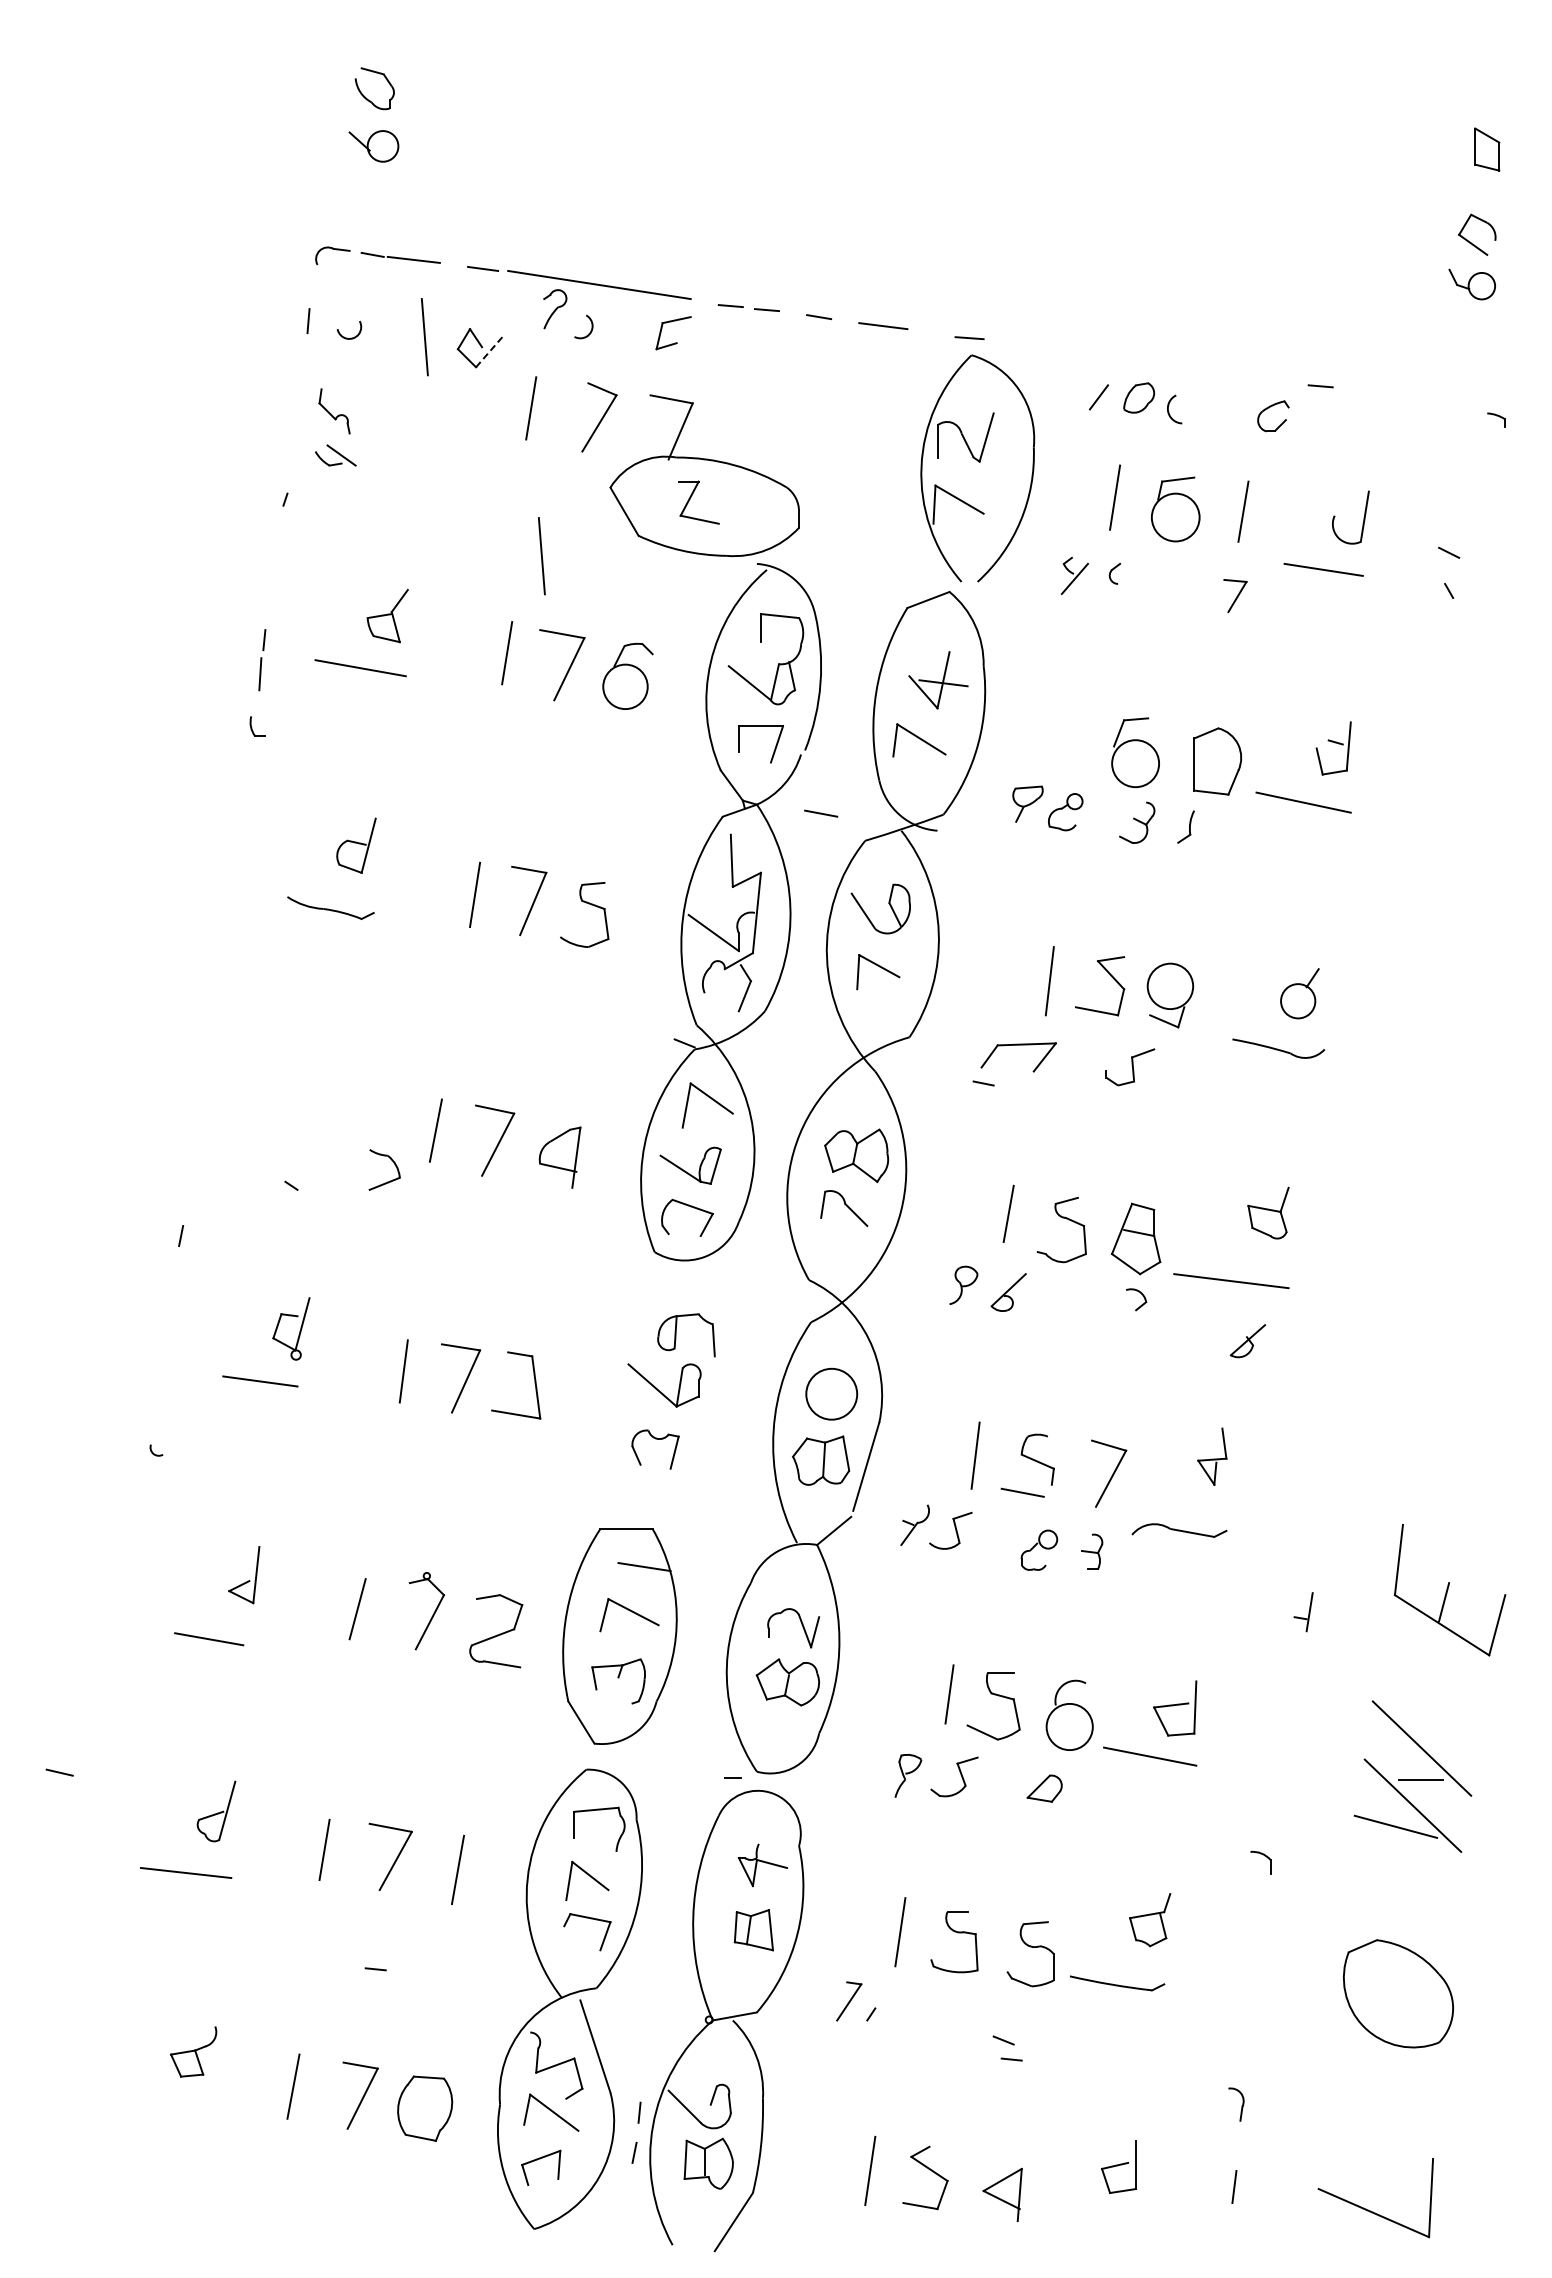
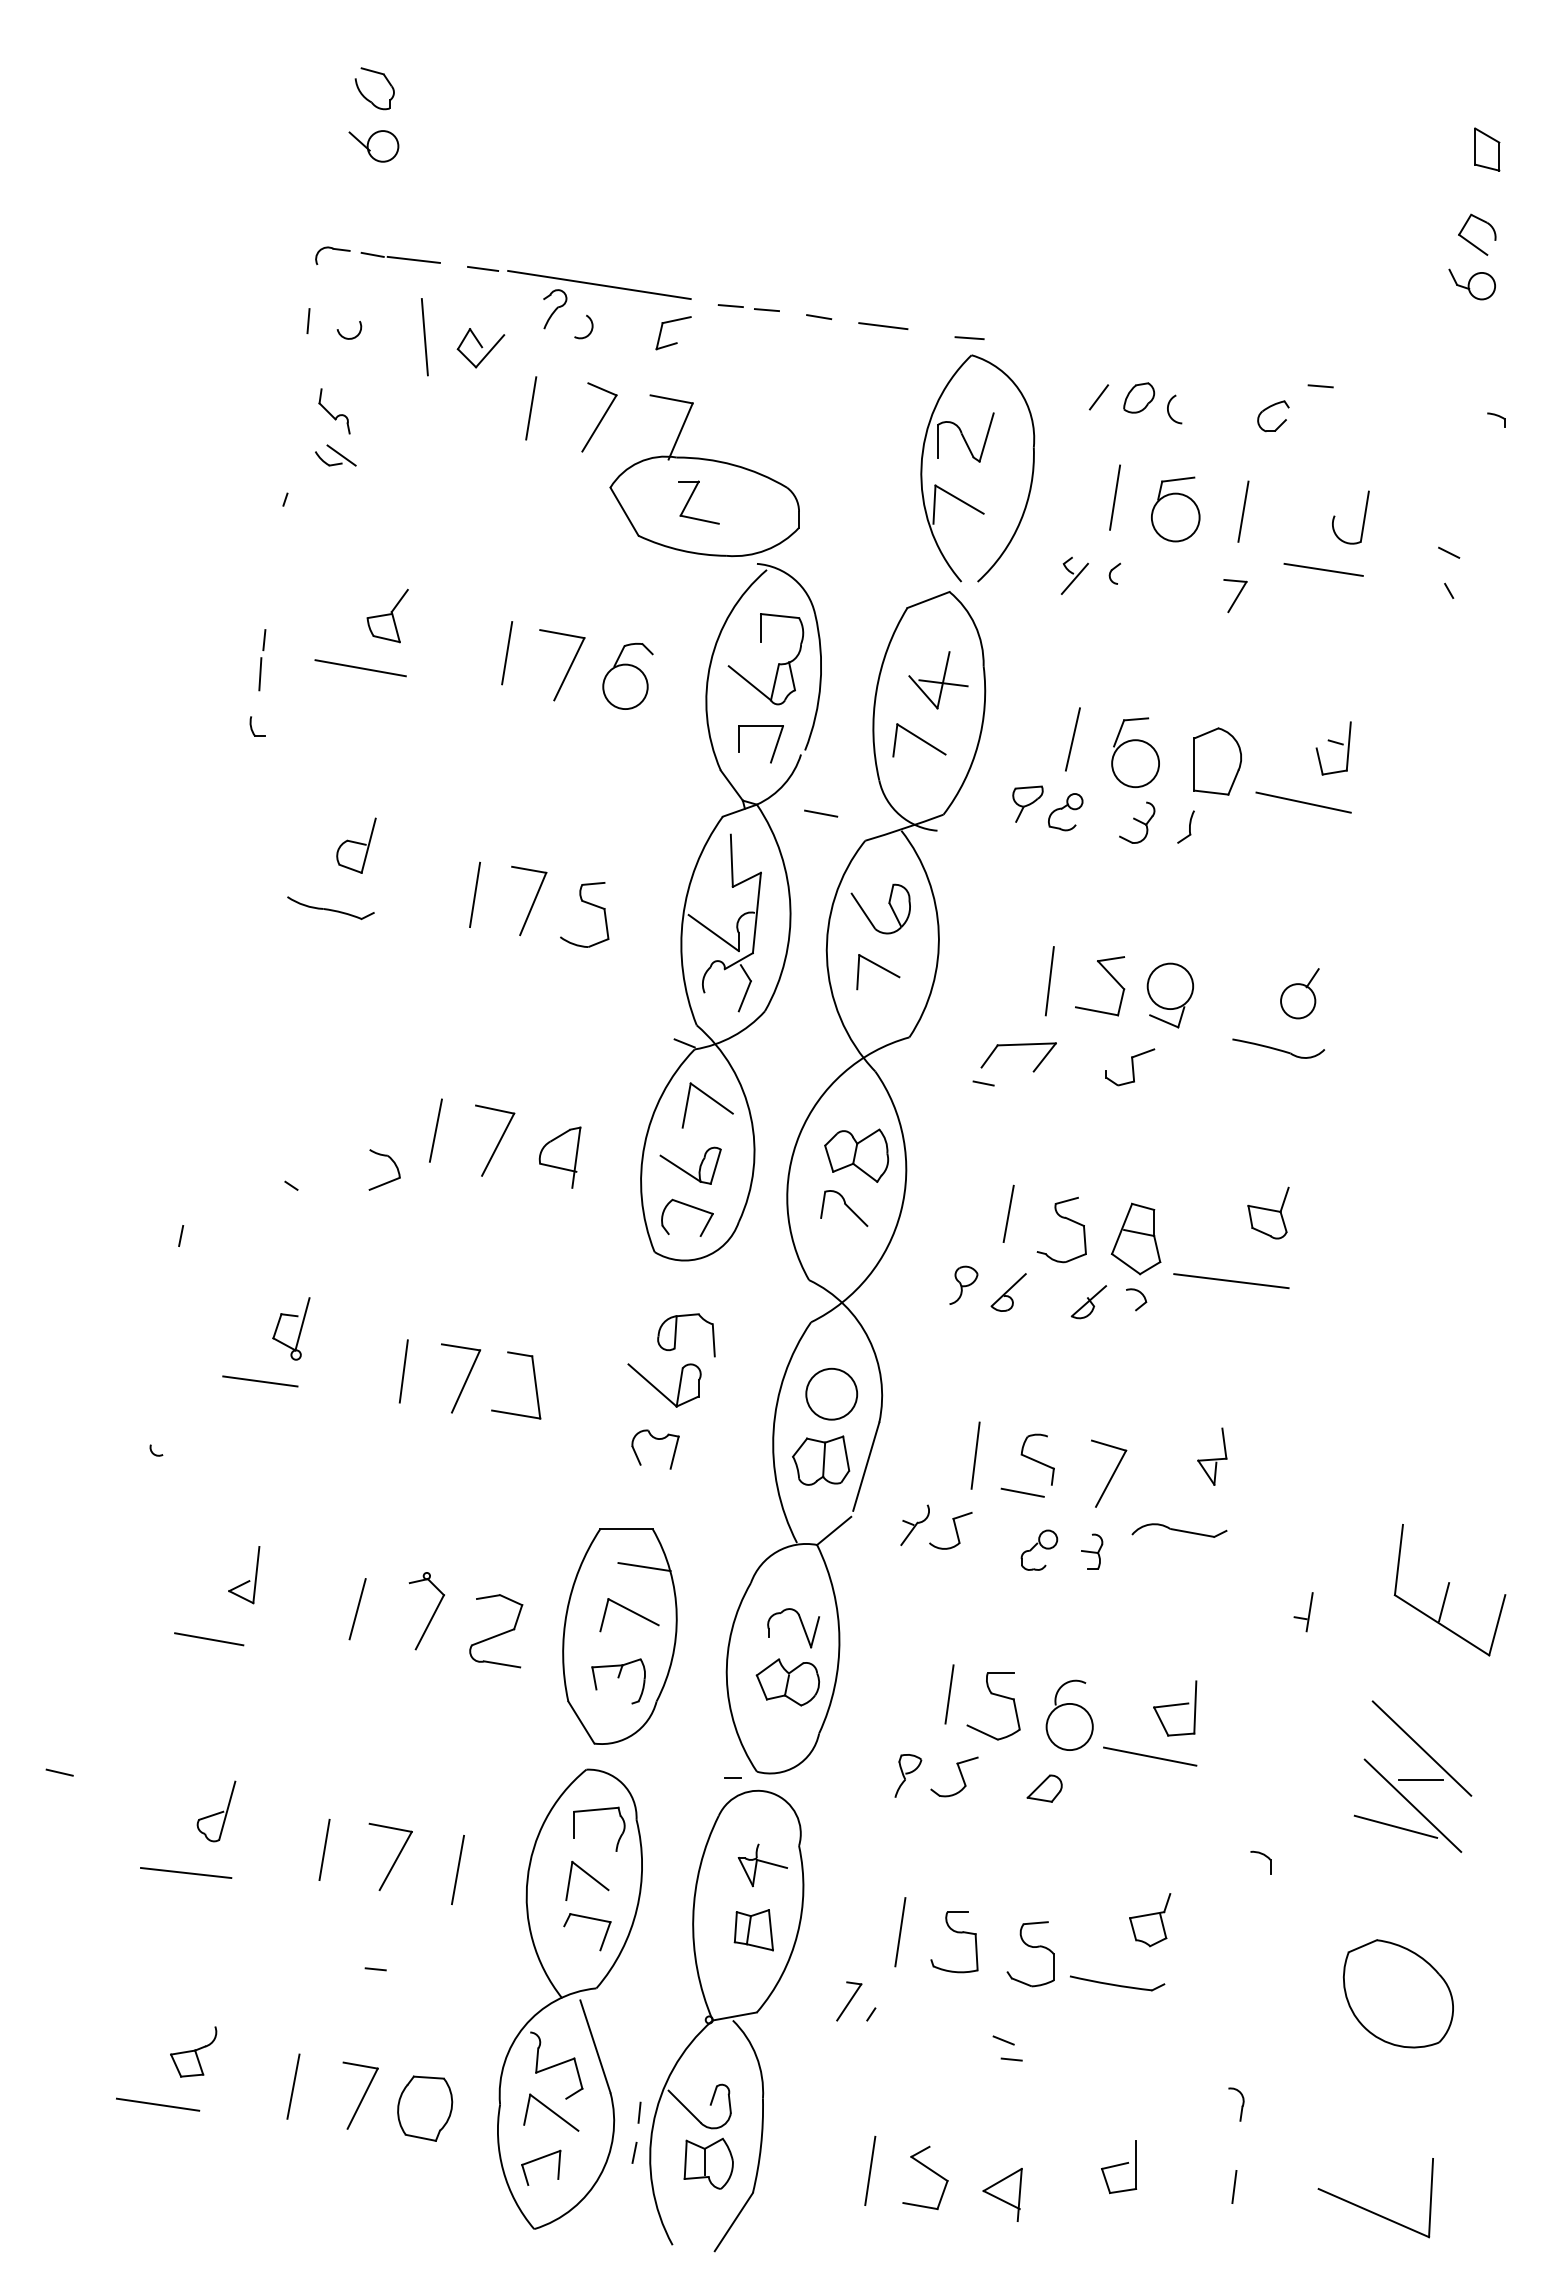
line at (490, 350): dashed -> solid
line at (541, 556): present -> none
line at (1072, 739): none -> present
part at (1247, 1341) position: (1247, 1341) -> (1088, 1302)
line at (157, 2104): none -> present
